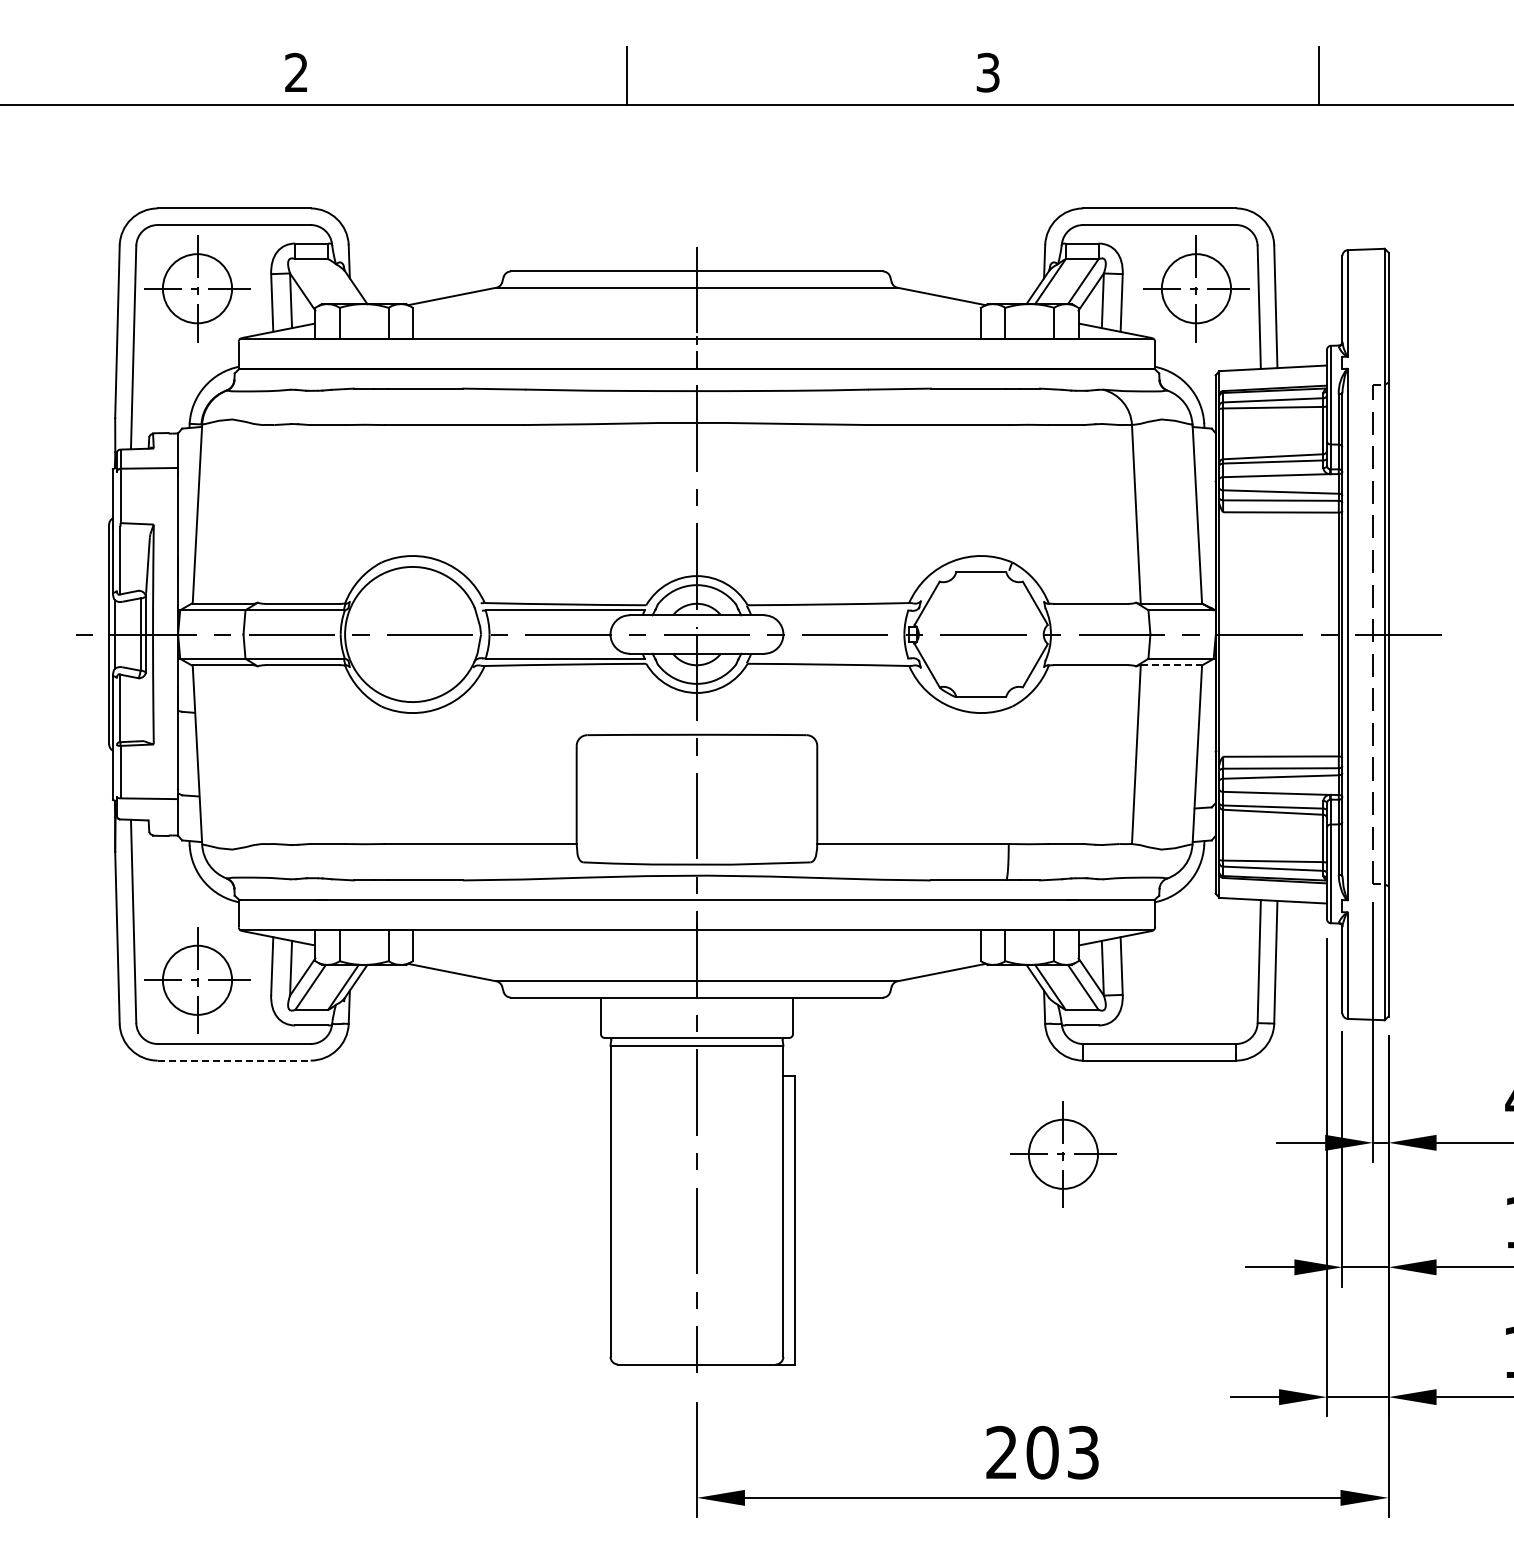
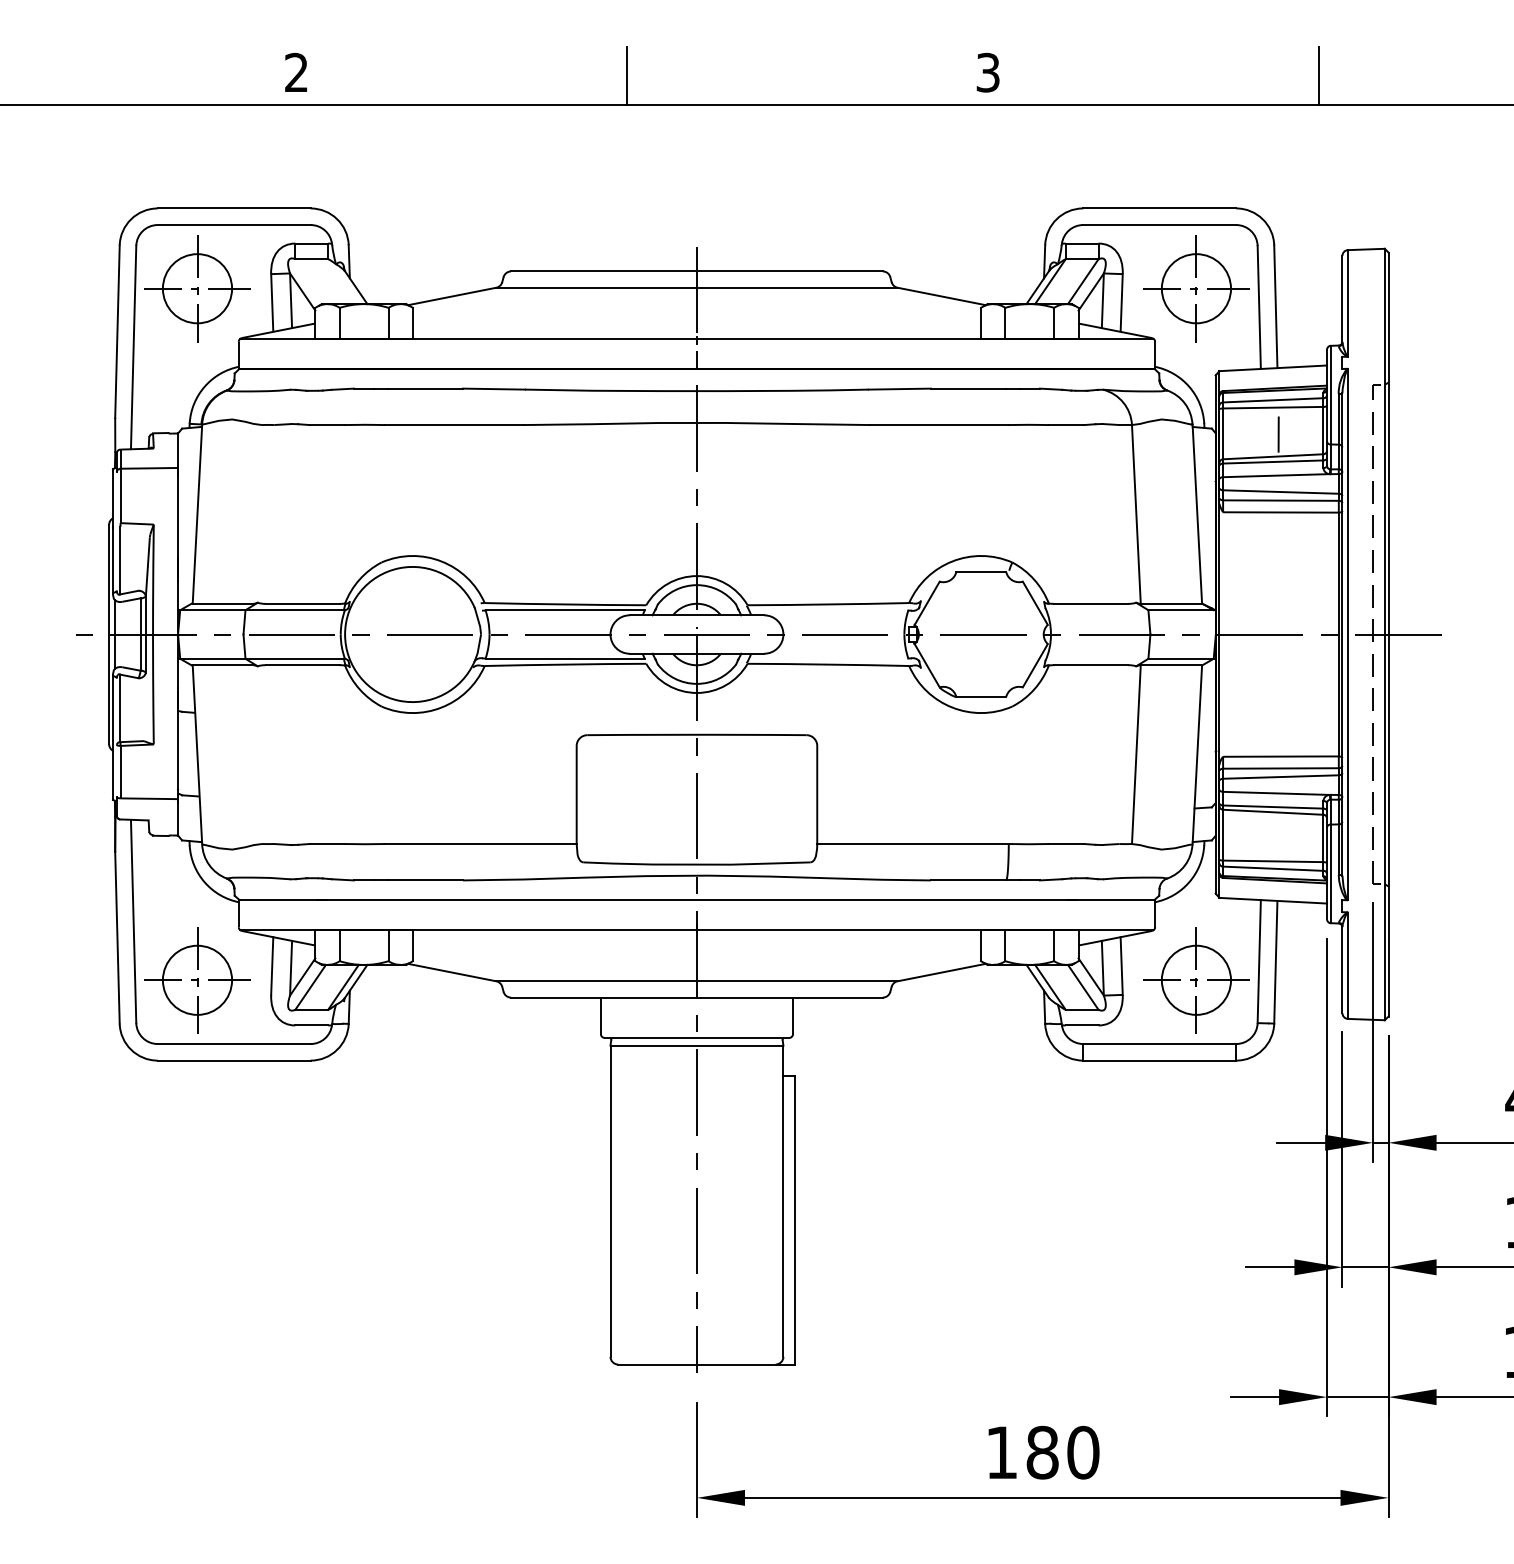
line at (1278, 434): none -> present
line at (1171, 665): dashed -> solid
line at (234, 1060): dashed -> solid
part at (1063, 1154) position: (1063, 1154) -> (1196, 980)
text at (1042, 1452): 203 -> 180
